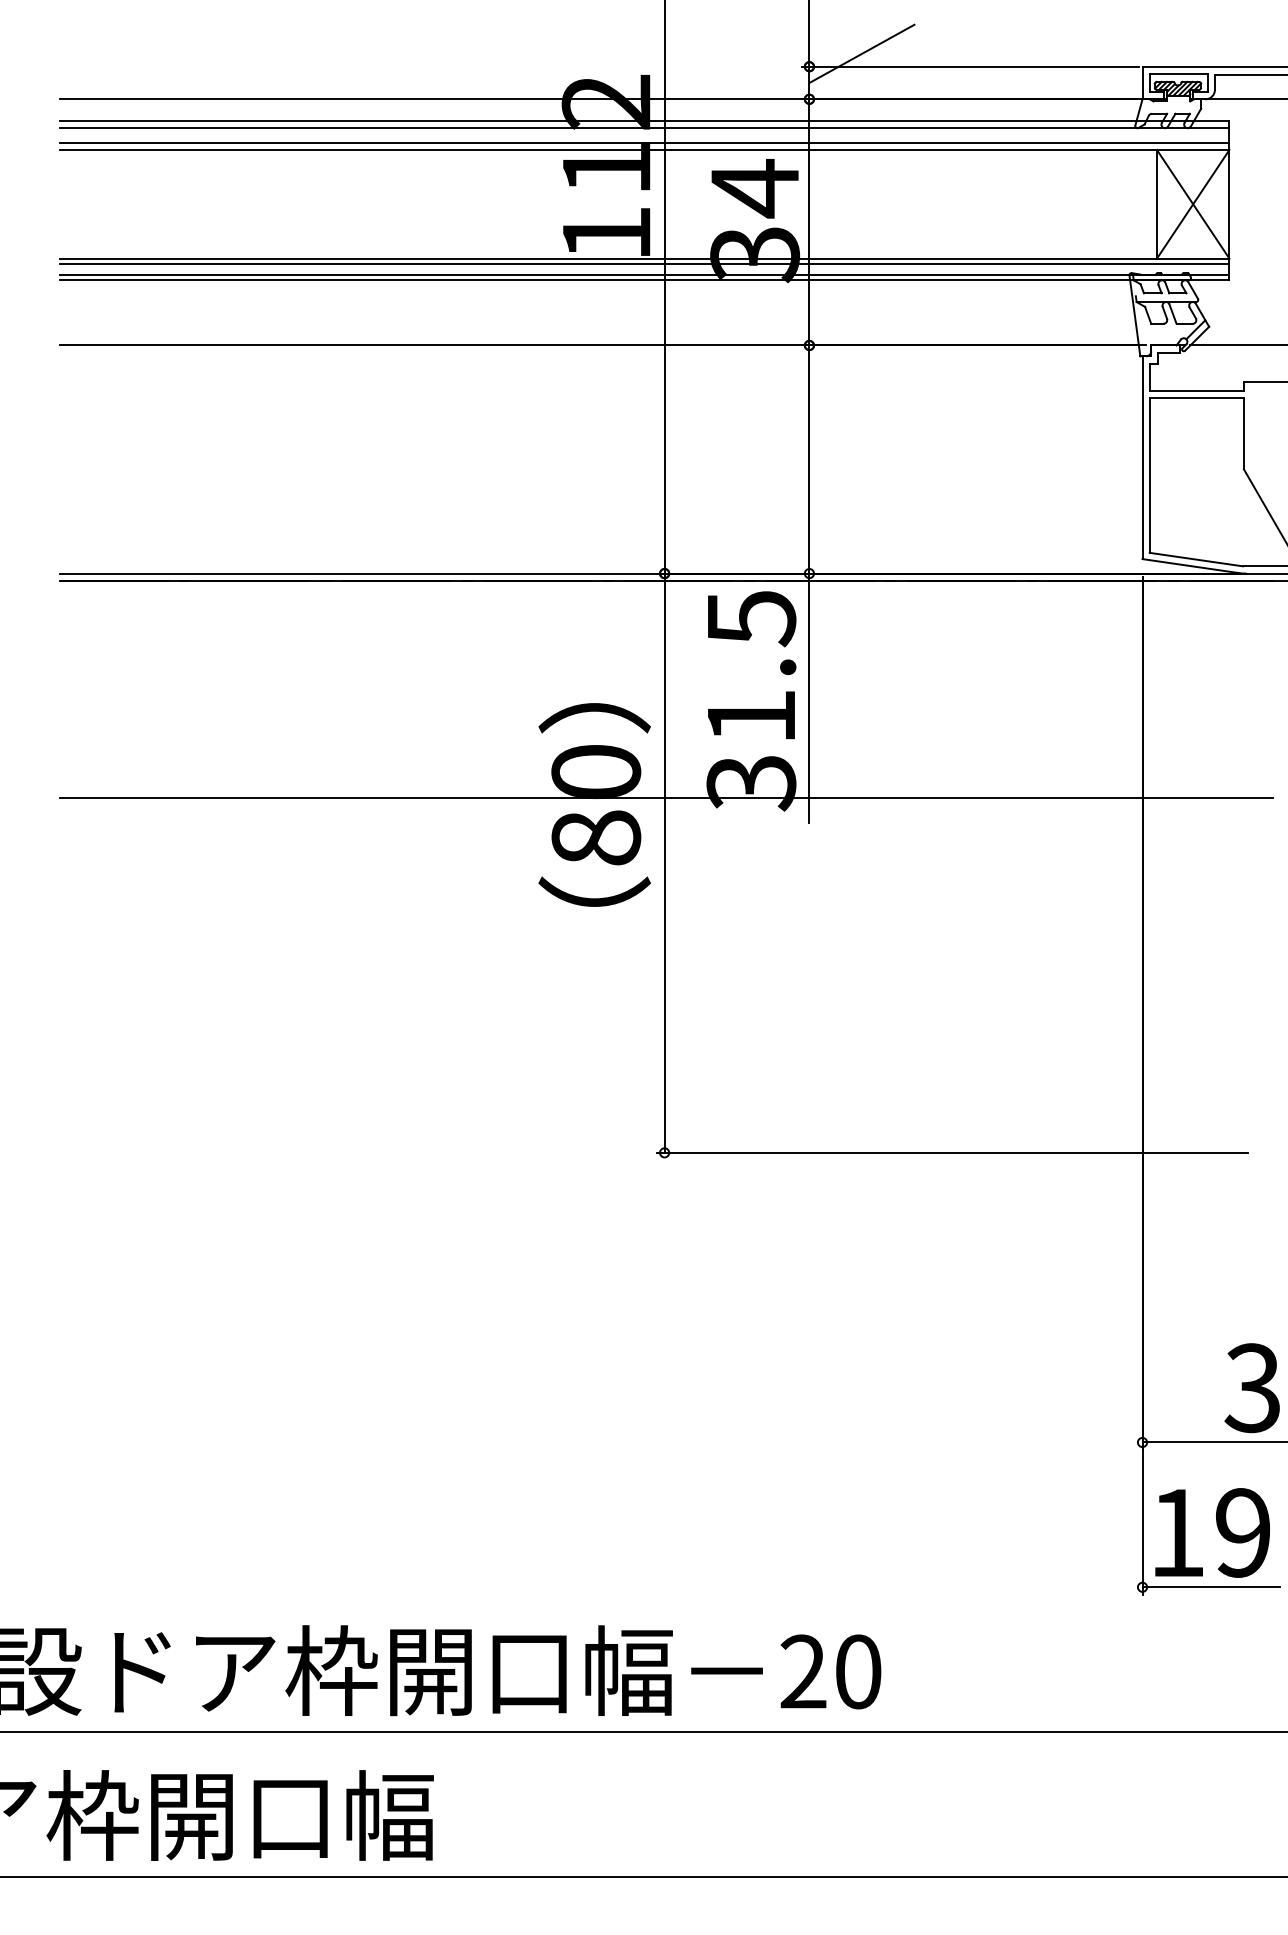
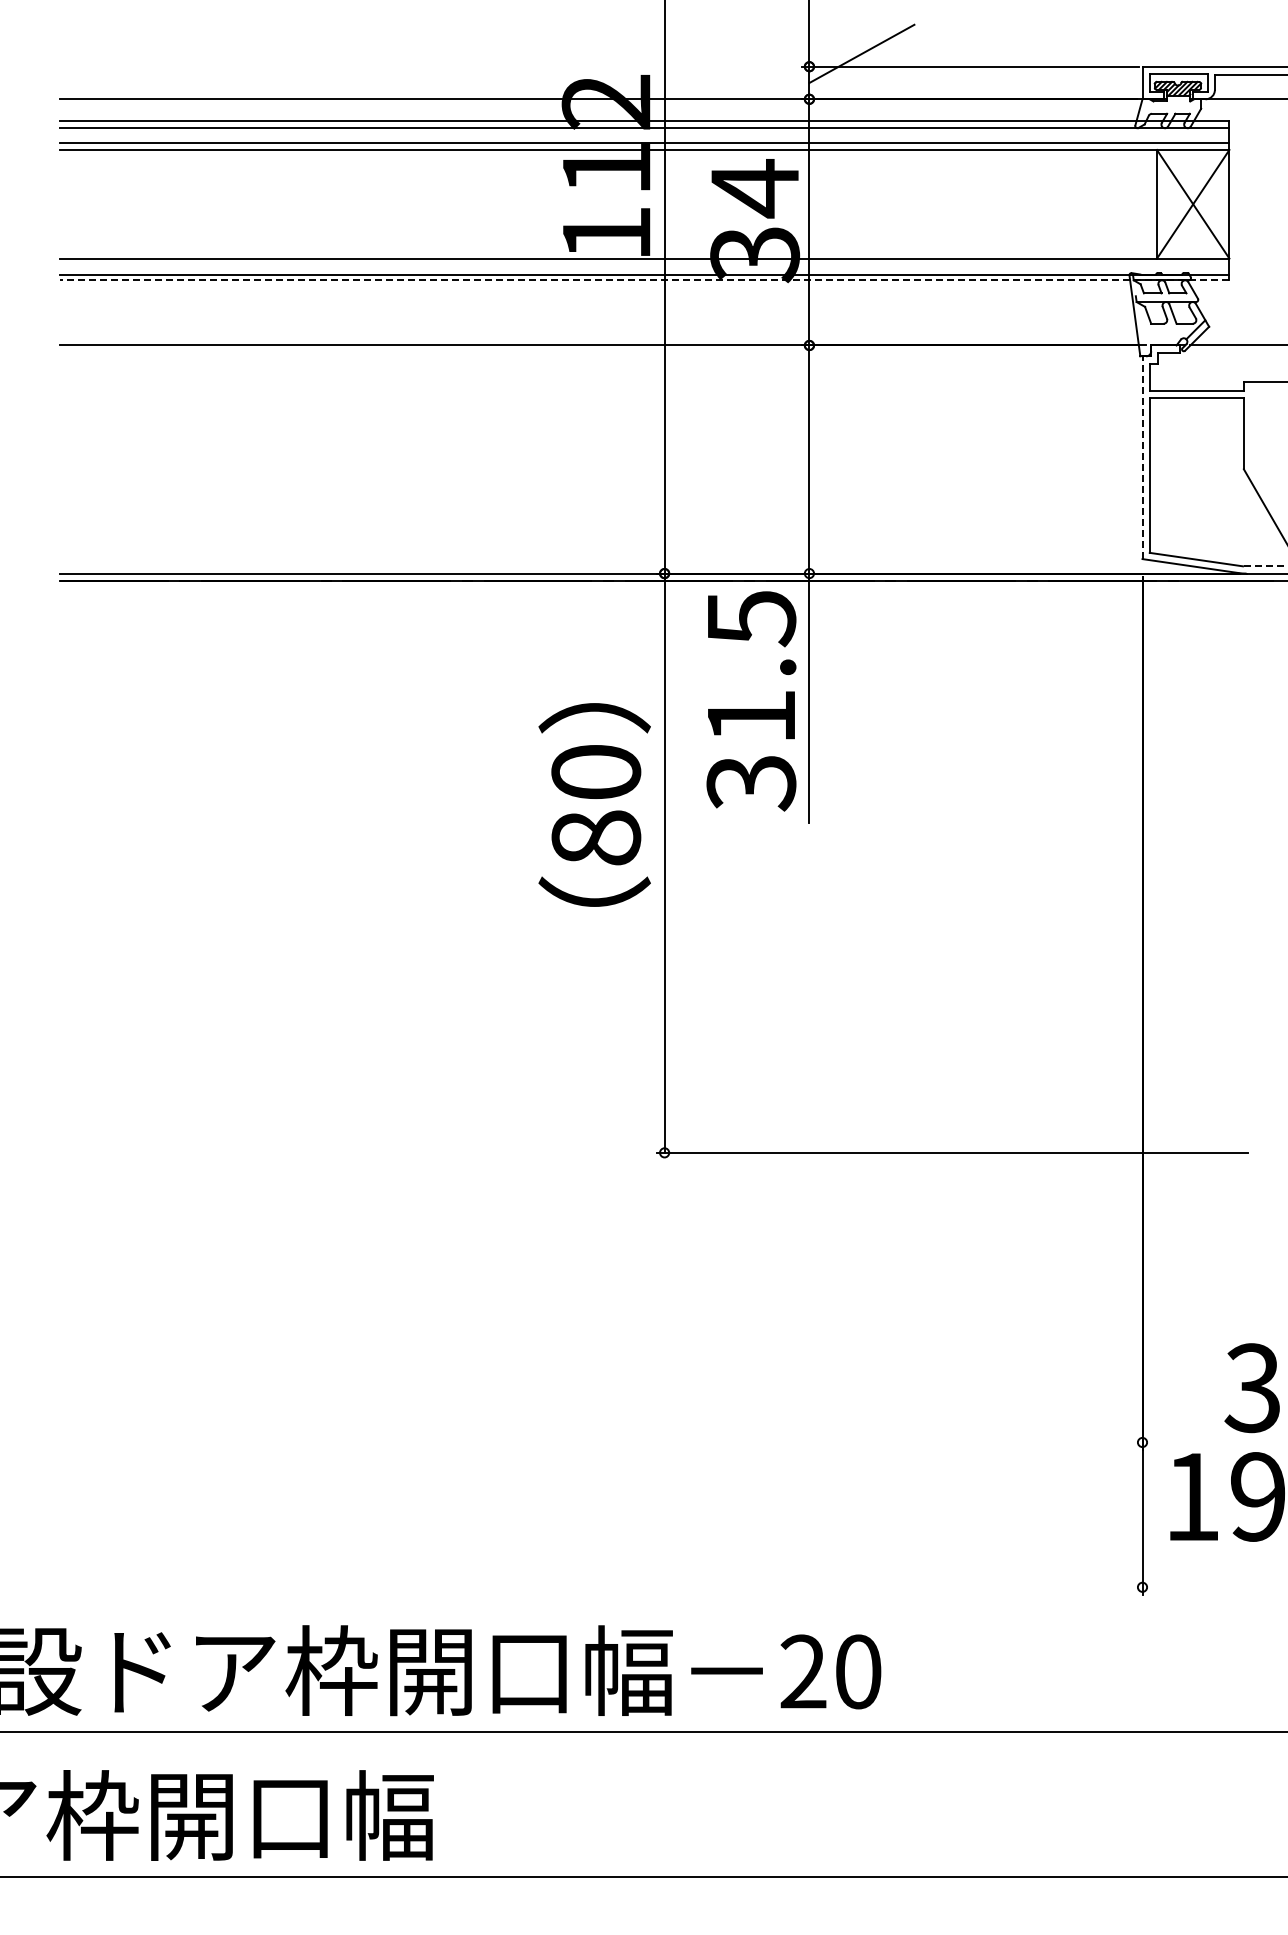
line at (644, 263): present -> none
line at (644, 280): solid -> dashed
line at (1142, 457): solid -> dashed
line at (1264, 566): solid -> dashed
line at (666, 798): present -> none
line at (1213, 1442): present -> none
text at (1212, 1532) position: (1212, 1532) -> (1227, 1496)
line at (1211, 1587): present -> none
